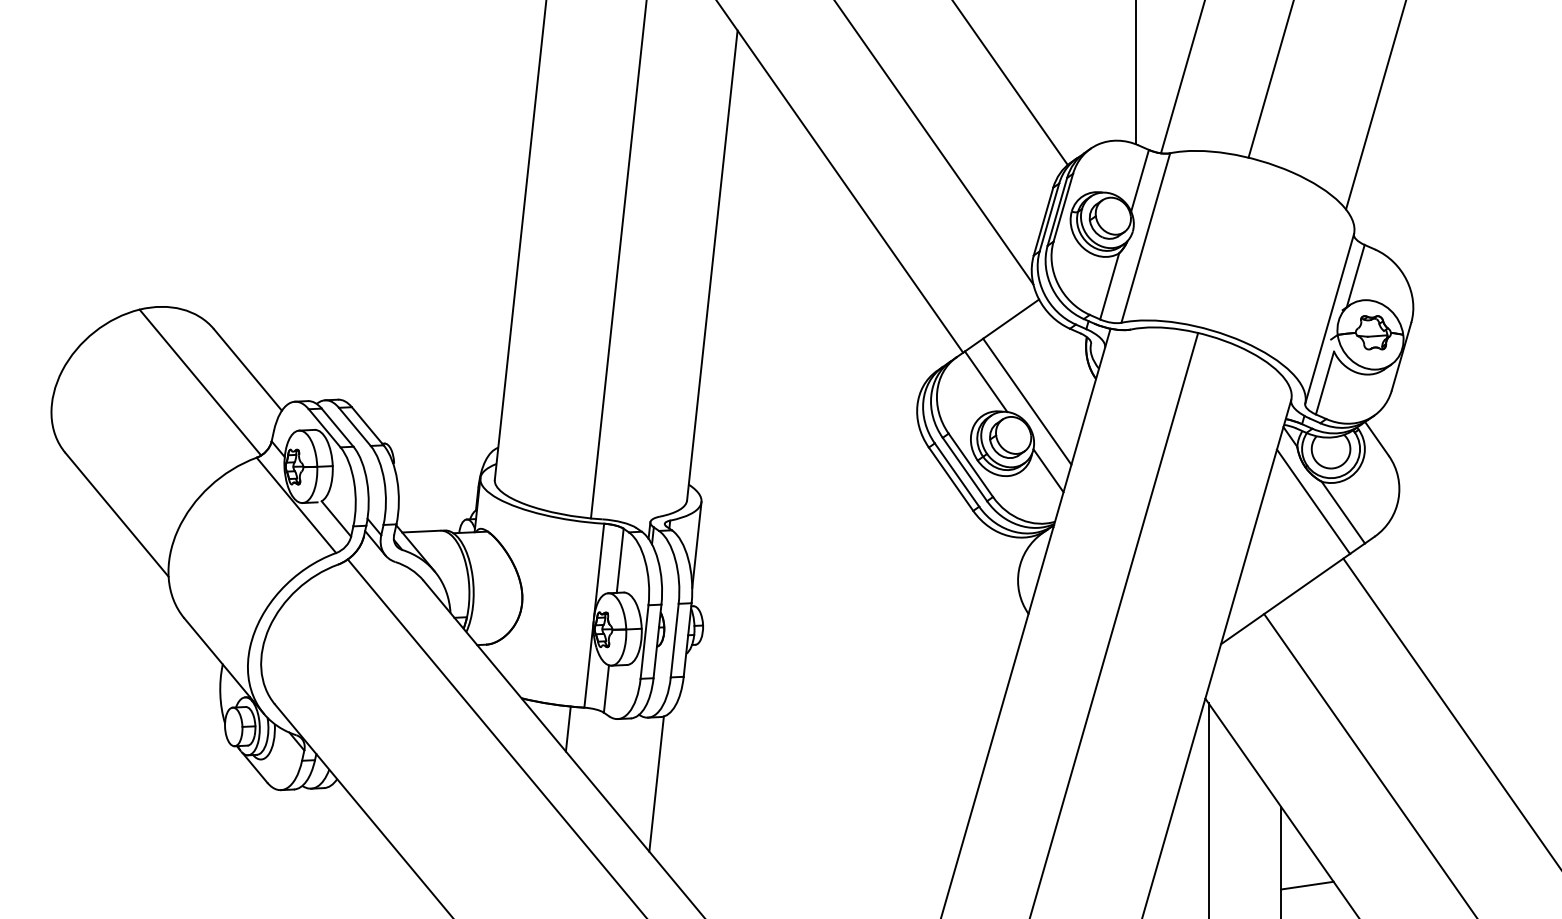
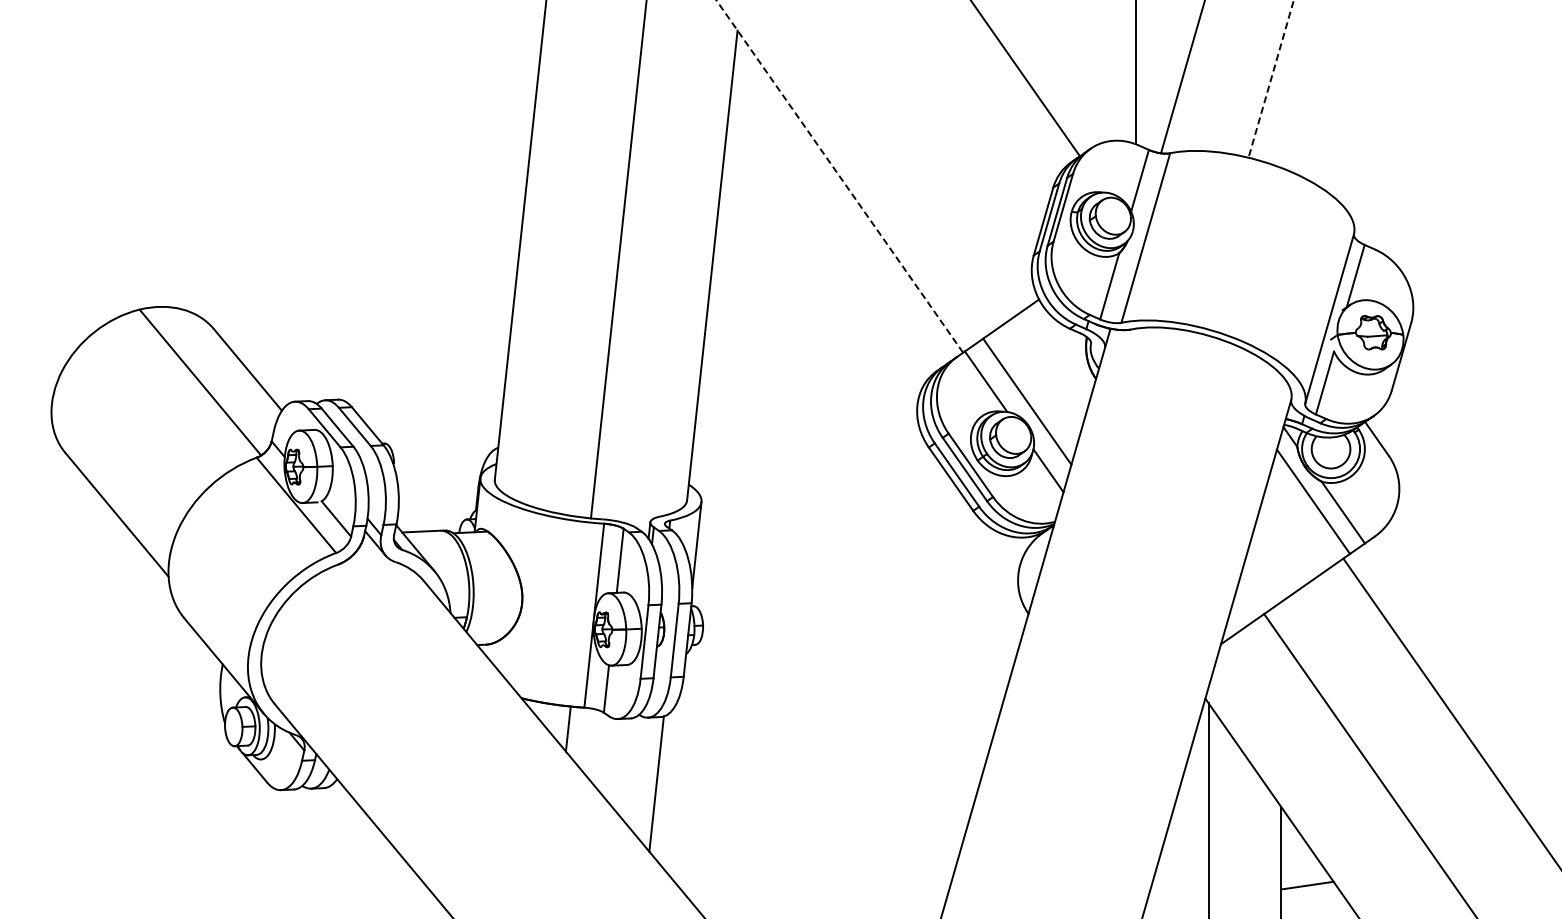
line at (1271, 78): solid -> dashed
line at (1010, 83) position: (1010, 83) -> (1025, 78)
line at (1375, 105): present -> none
line at (934, 143): present -> none
line at (839, 176): solid -> dashed
line at (1114, 623): present -> none
line at (495, 737): present -> none
